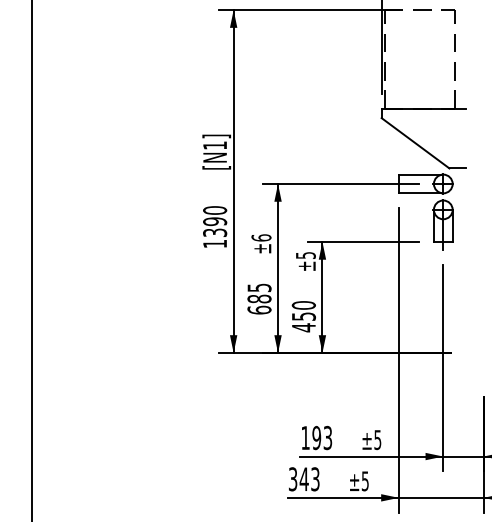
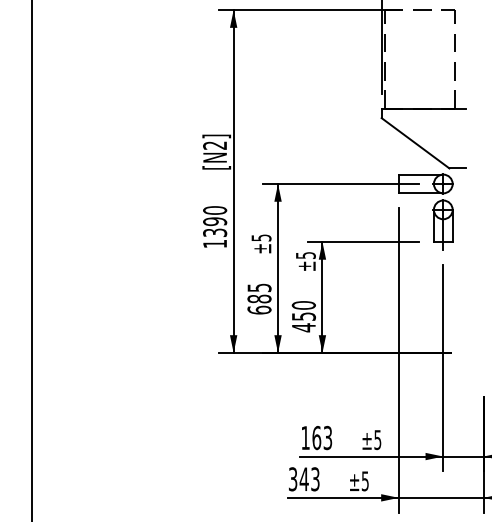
text at (214, 145): [N1] -> [N2]
text at (261, 237): ±6 -> ±5
text at (316, 437): 193 -> 163
